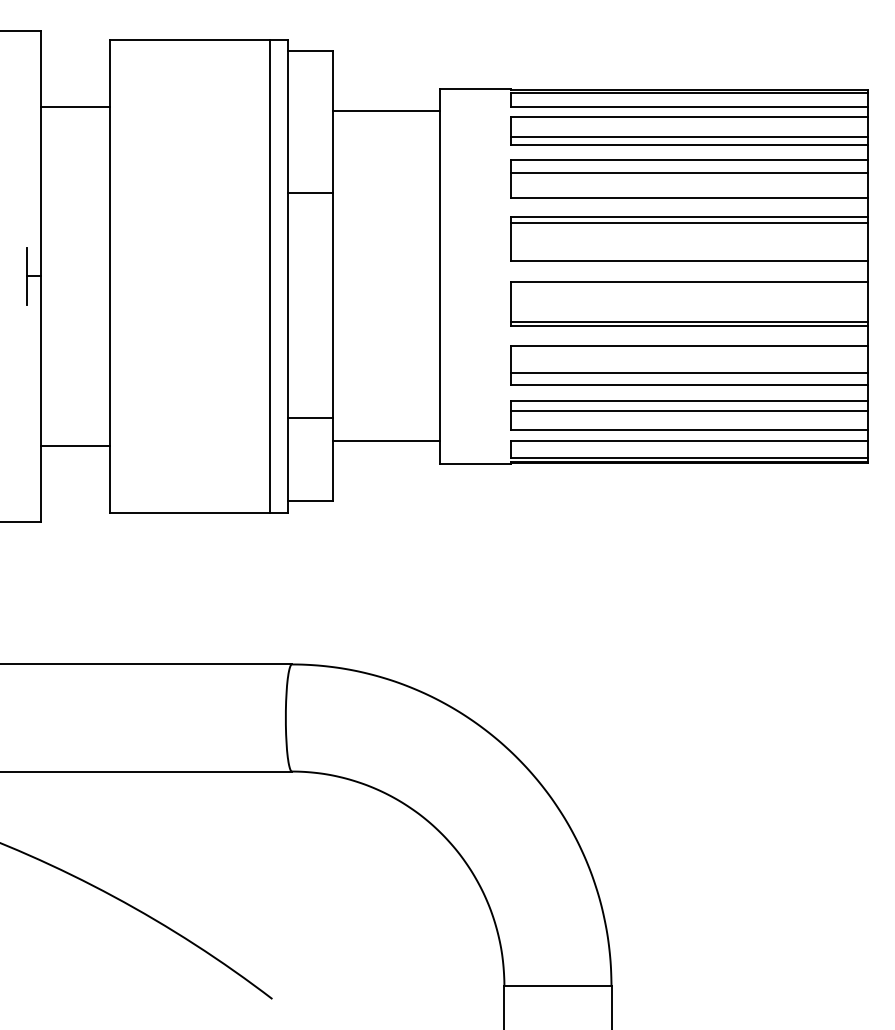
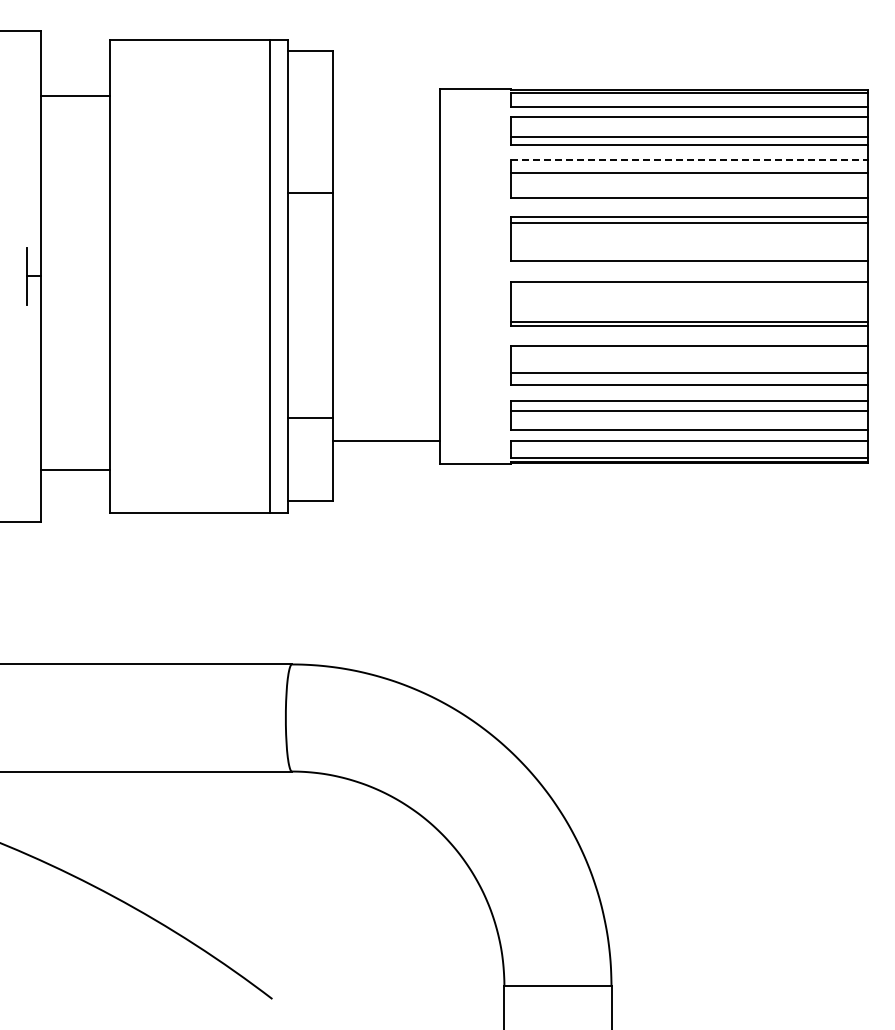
line at (75, 106) position: (75, 106) -> (75, 95)
line at (385, 111): present -> none
line at (690, 160): solid -> dashed
line at (75, 445) position: (75, 445) -> (75, 469)
